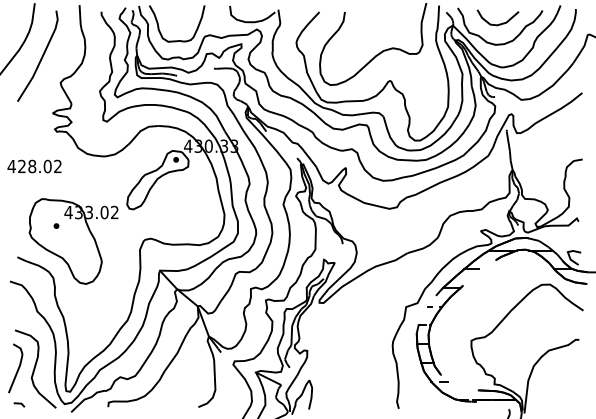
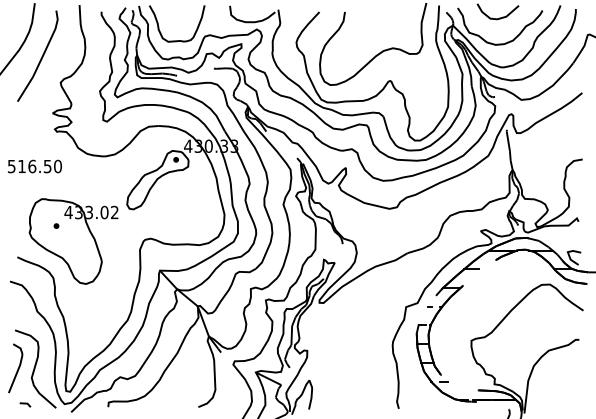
curve at (499, 23) position: (499, 23) -> (499, 17)
text at (34, 166): 428.02 -> 516.50
line at (19, 404) position: (19, 404) -> (25, 404)
